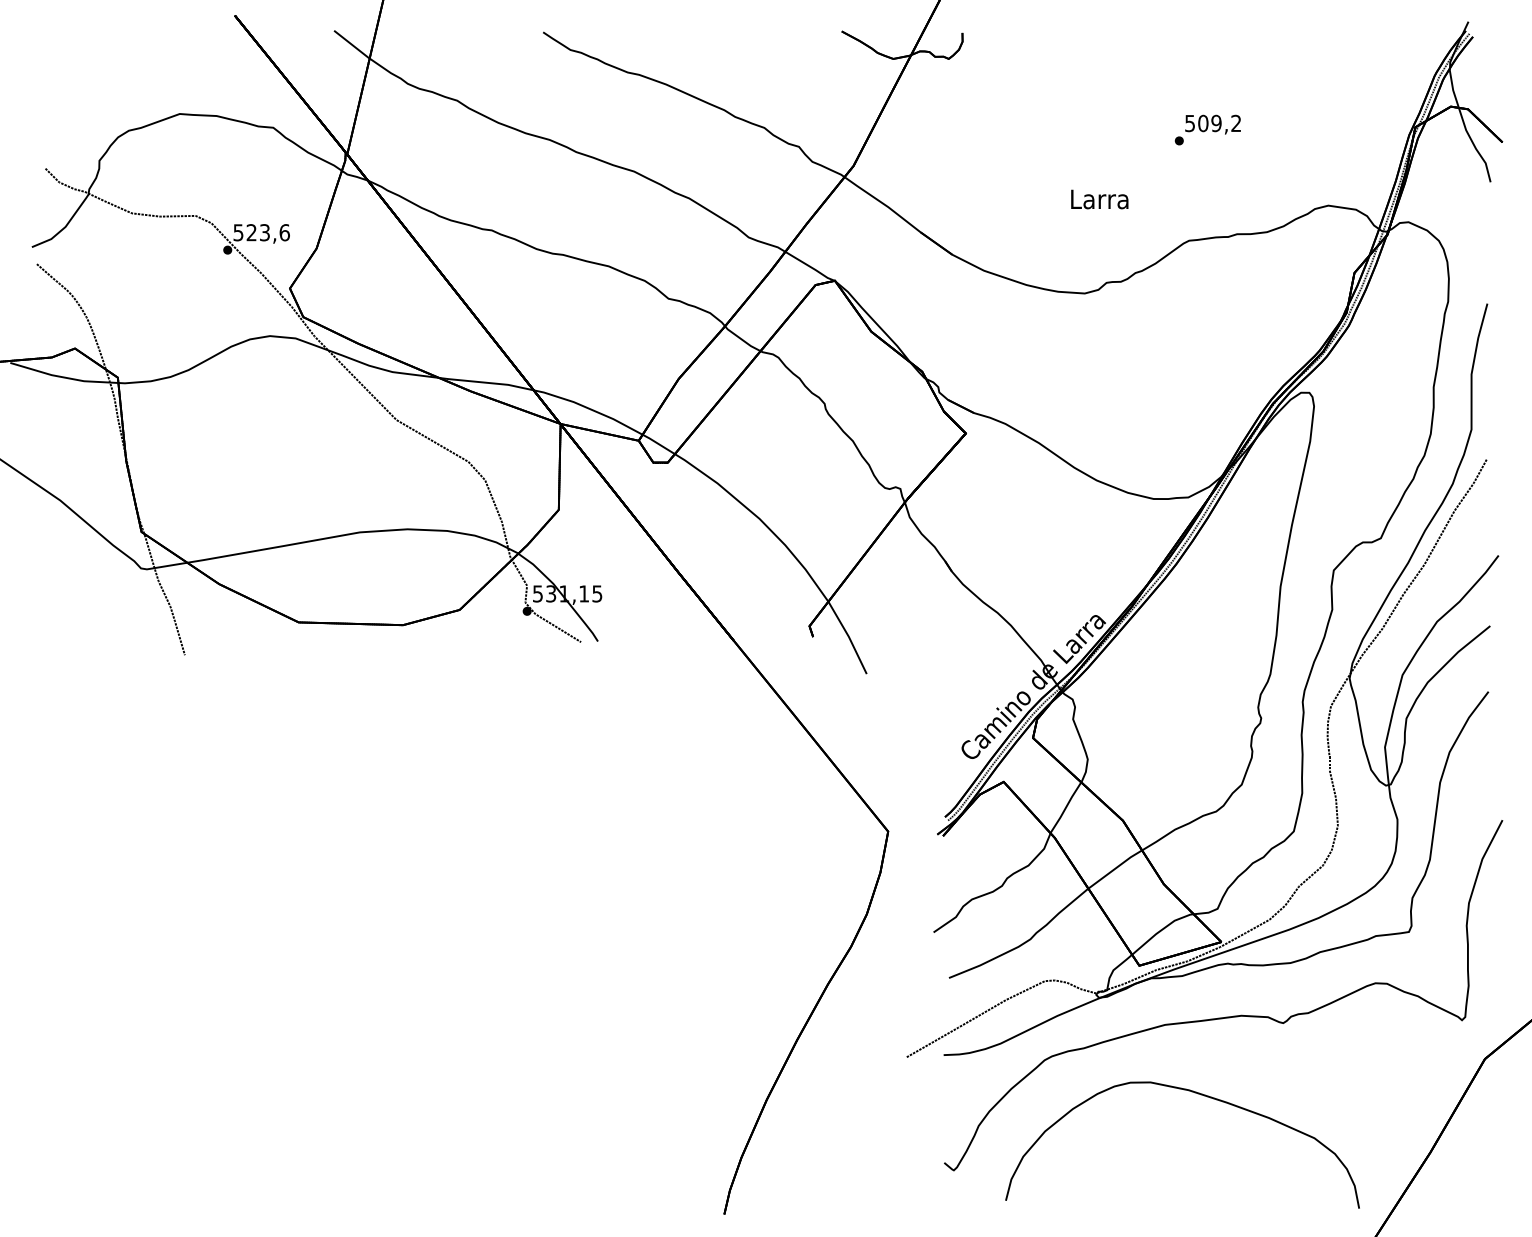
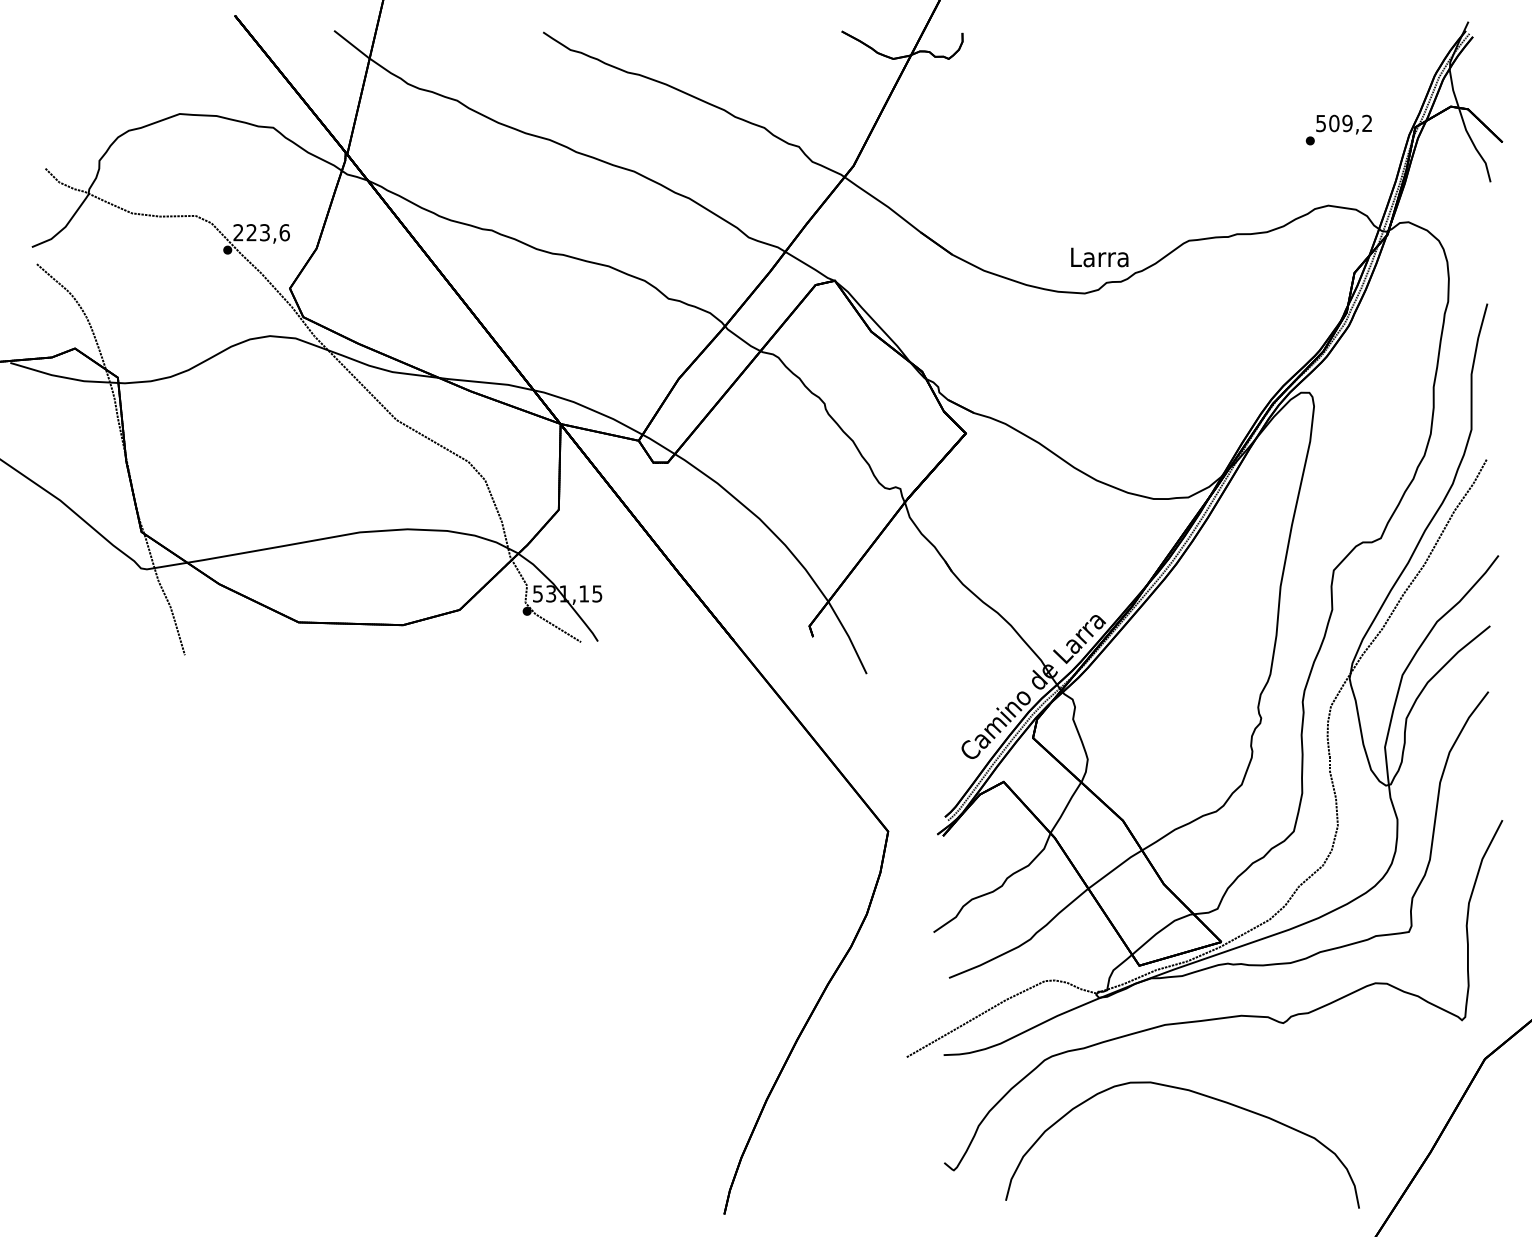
text at (1207, 129) position: (1207, 129) -> (1338, 129)
text at (1099, 199) position: (1099, 199) -> (1099, 257)
text at (238, 232): 523,6 -> 223,6
